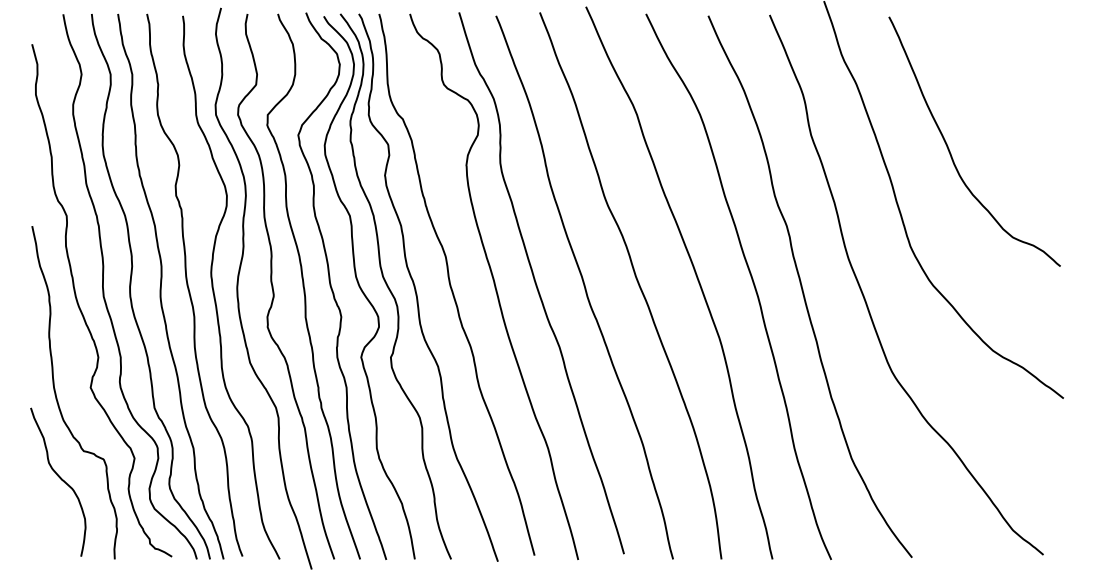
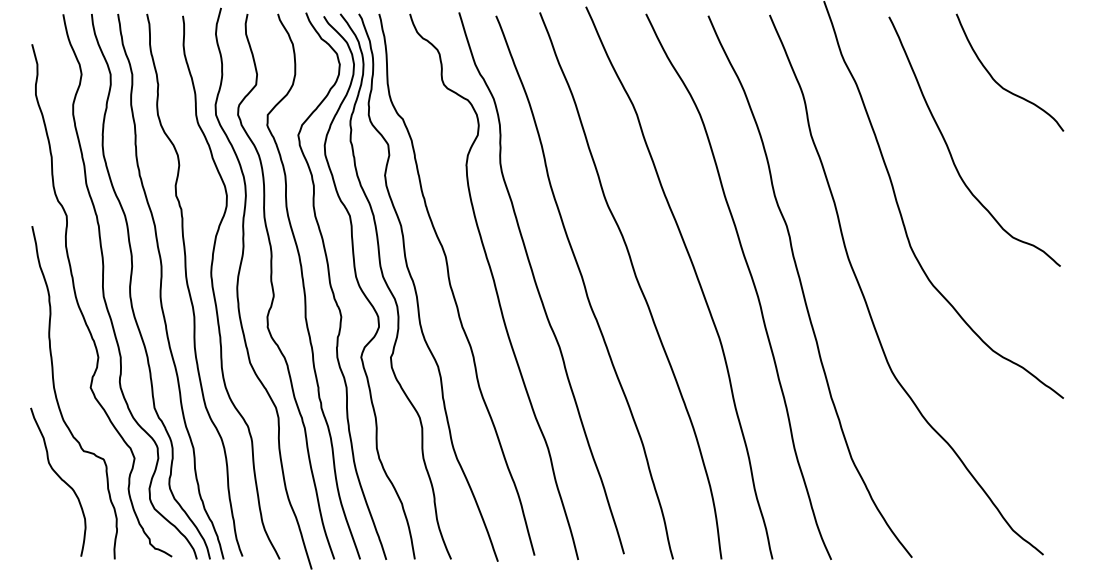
curve at (999, 83): none -> present
